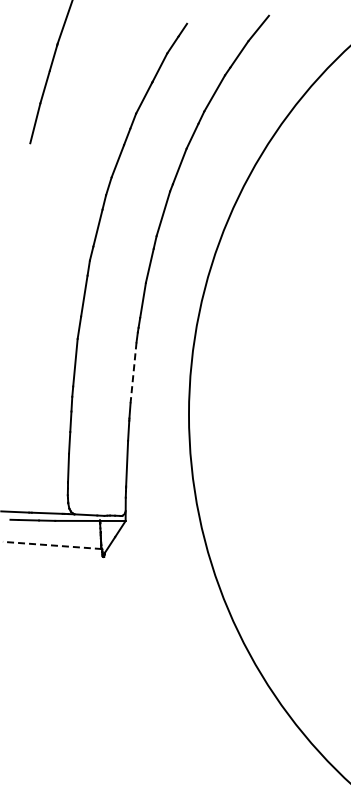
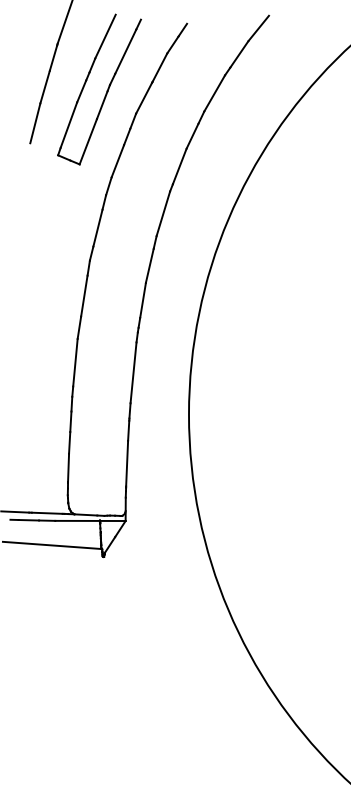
part at (106, 90): none -> present
line at (133, 372): dashed -> solid
line at (52, 545): dashed -> solid
